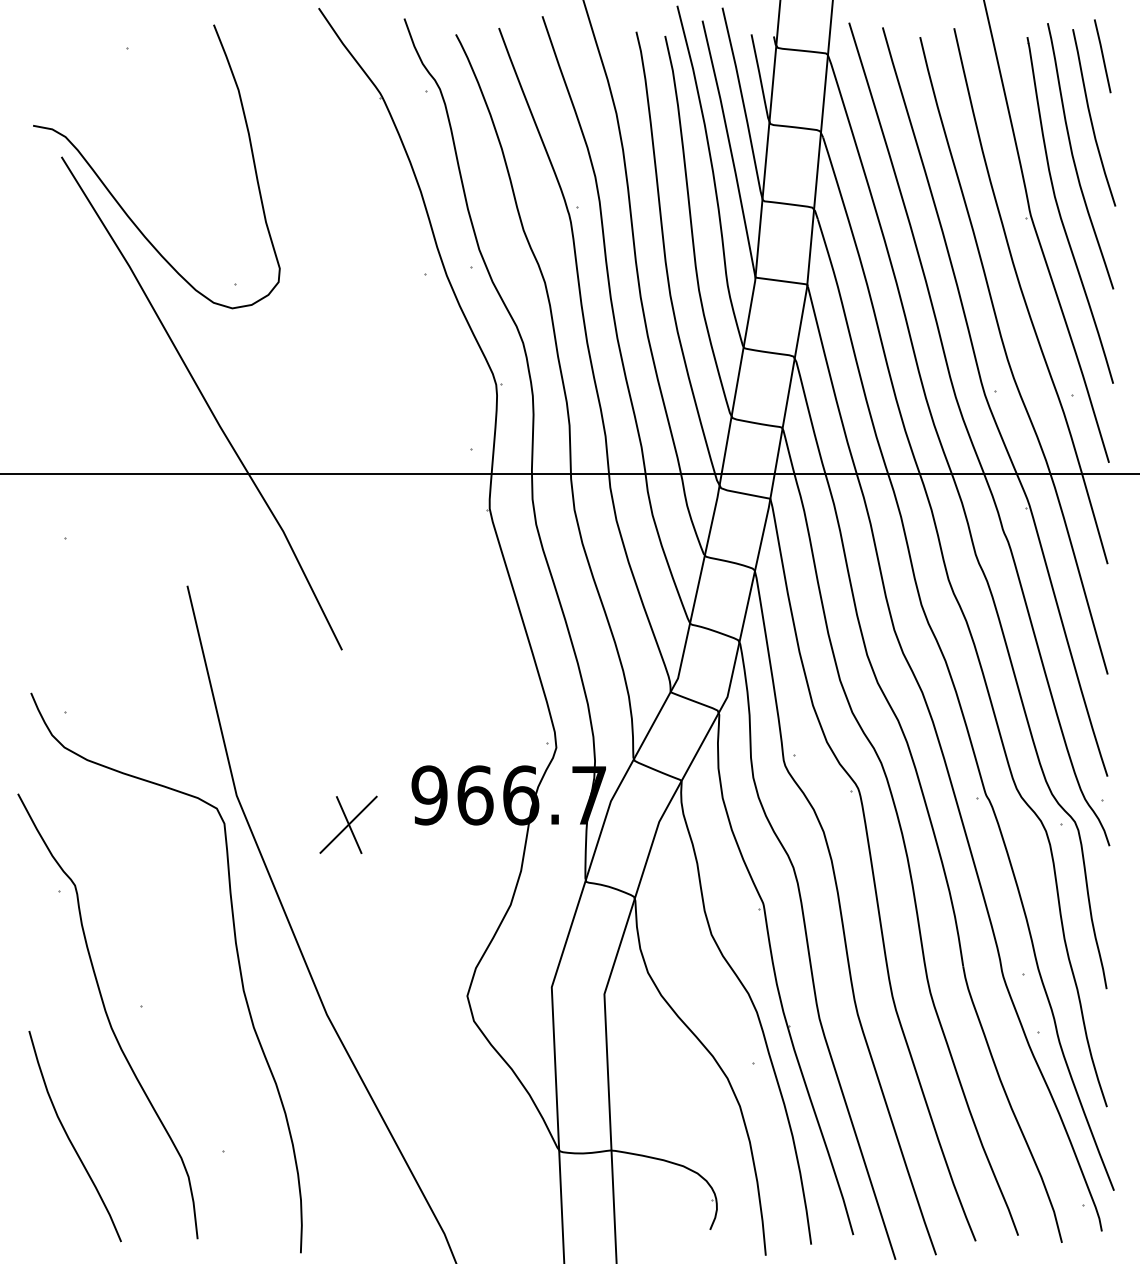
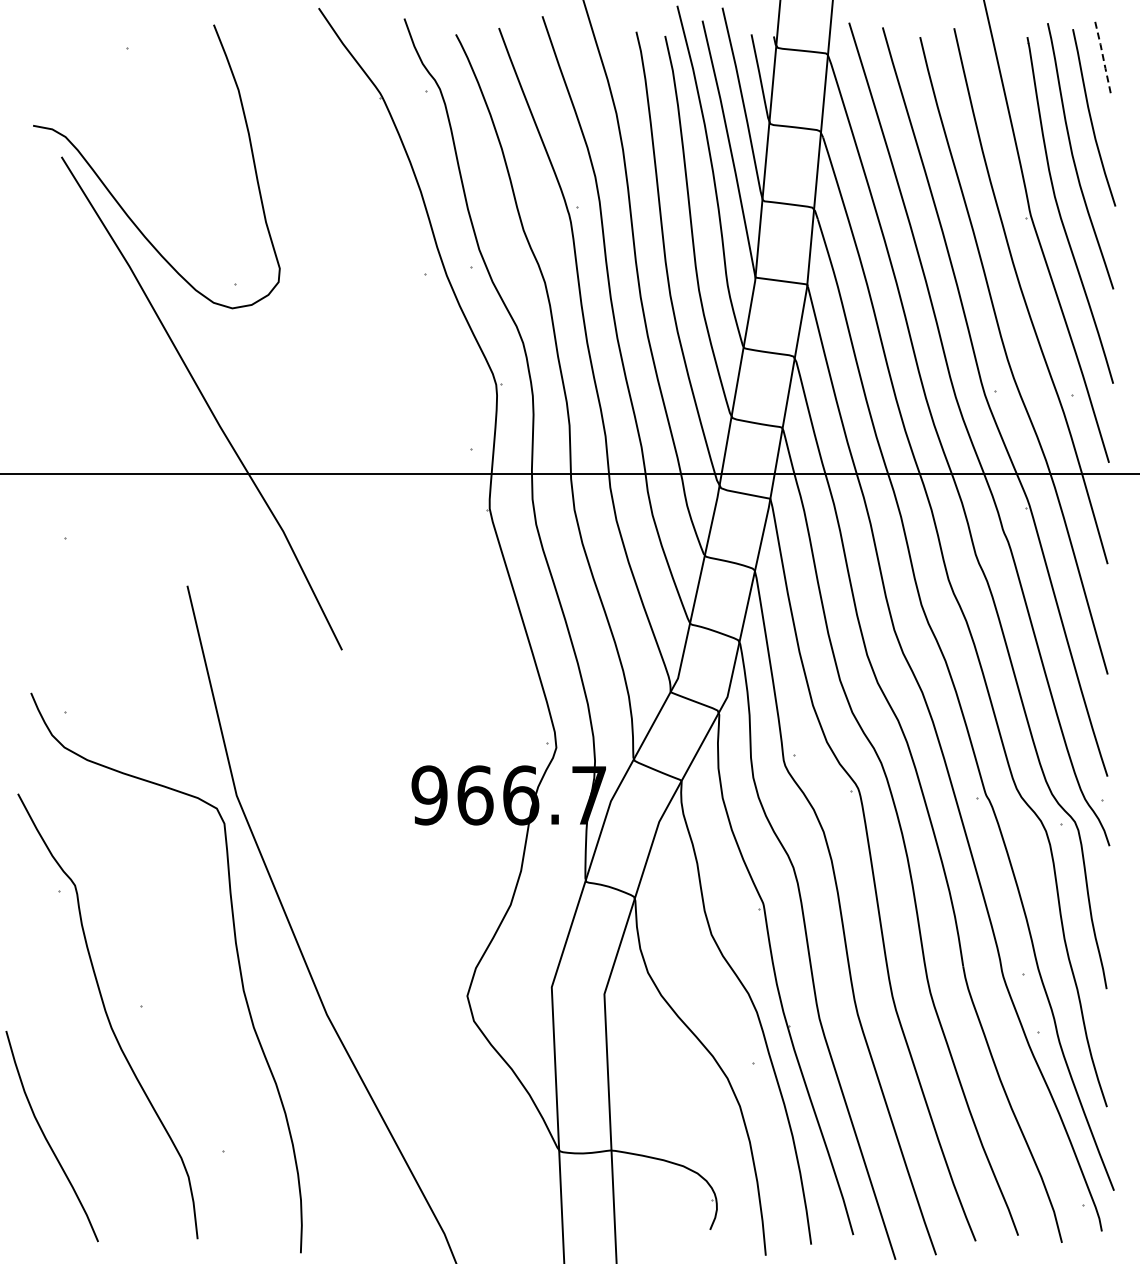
line at (1102, 56): solid -> dashed
part at (348, 824): present -> none
curve at (70, 1139) position: (70, 1139) -> (47, 1139)
